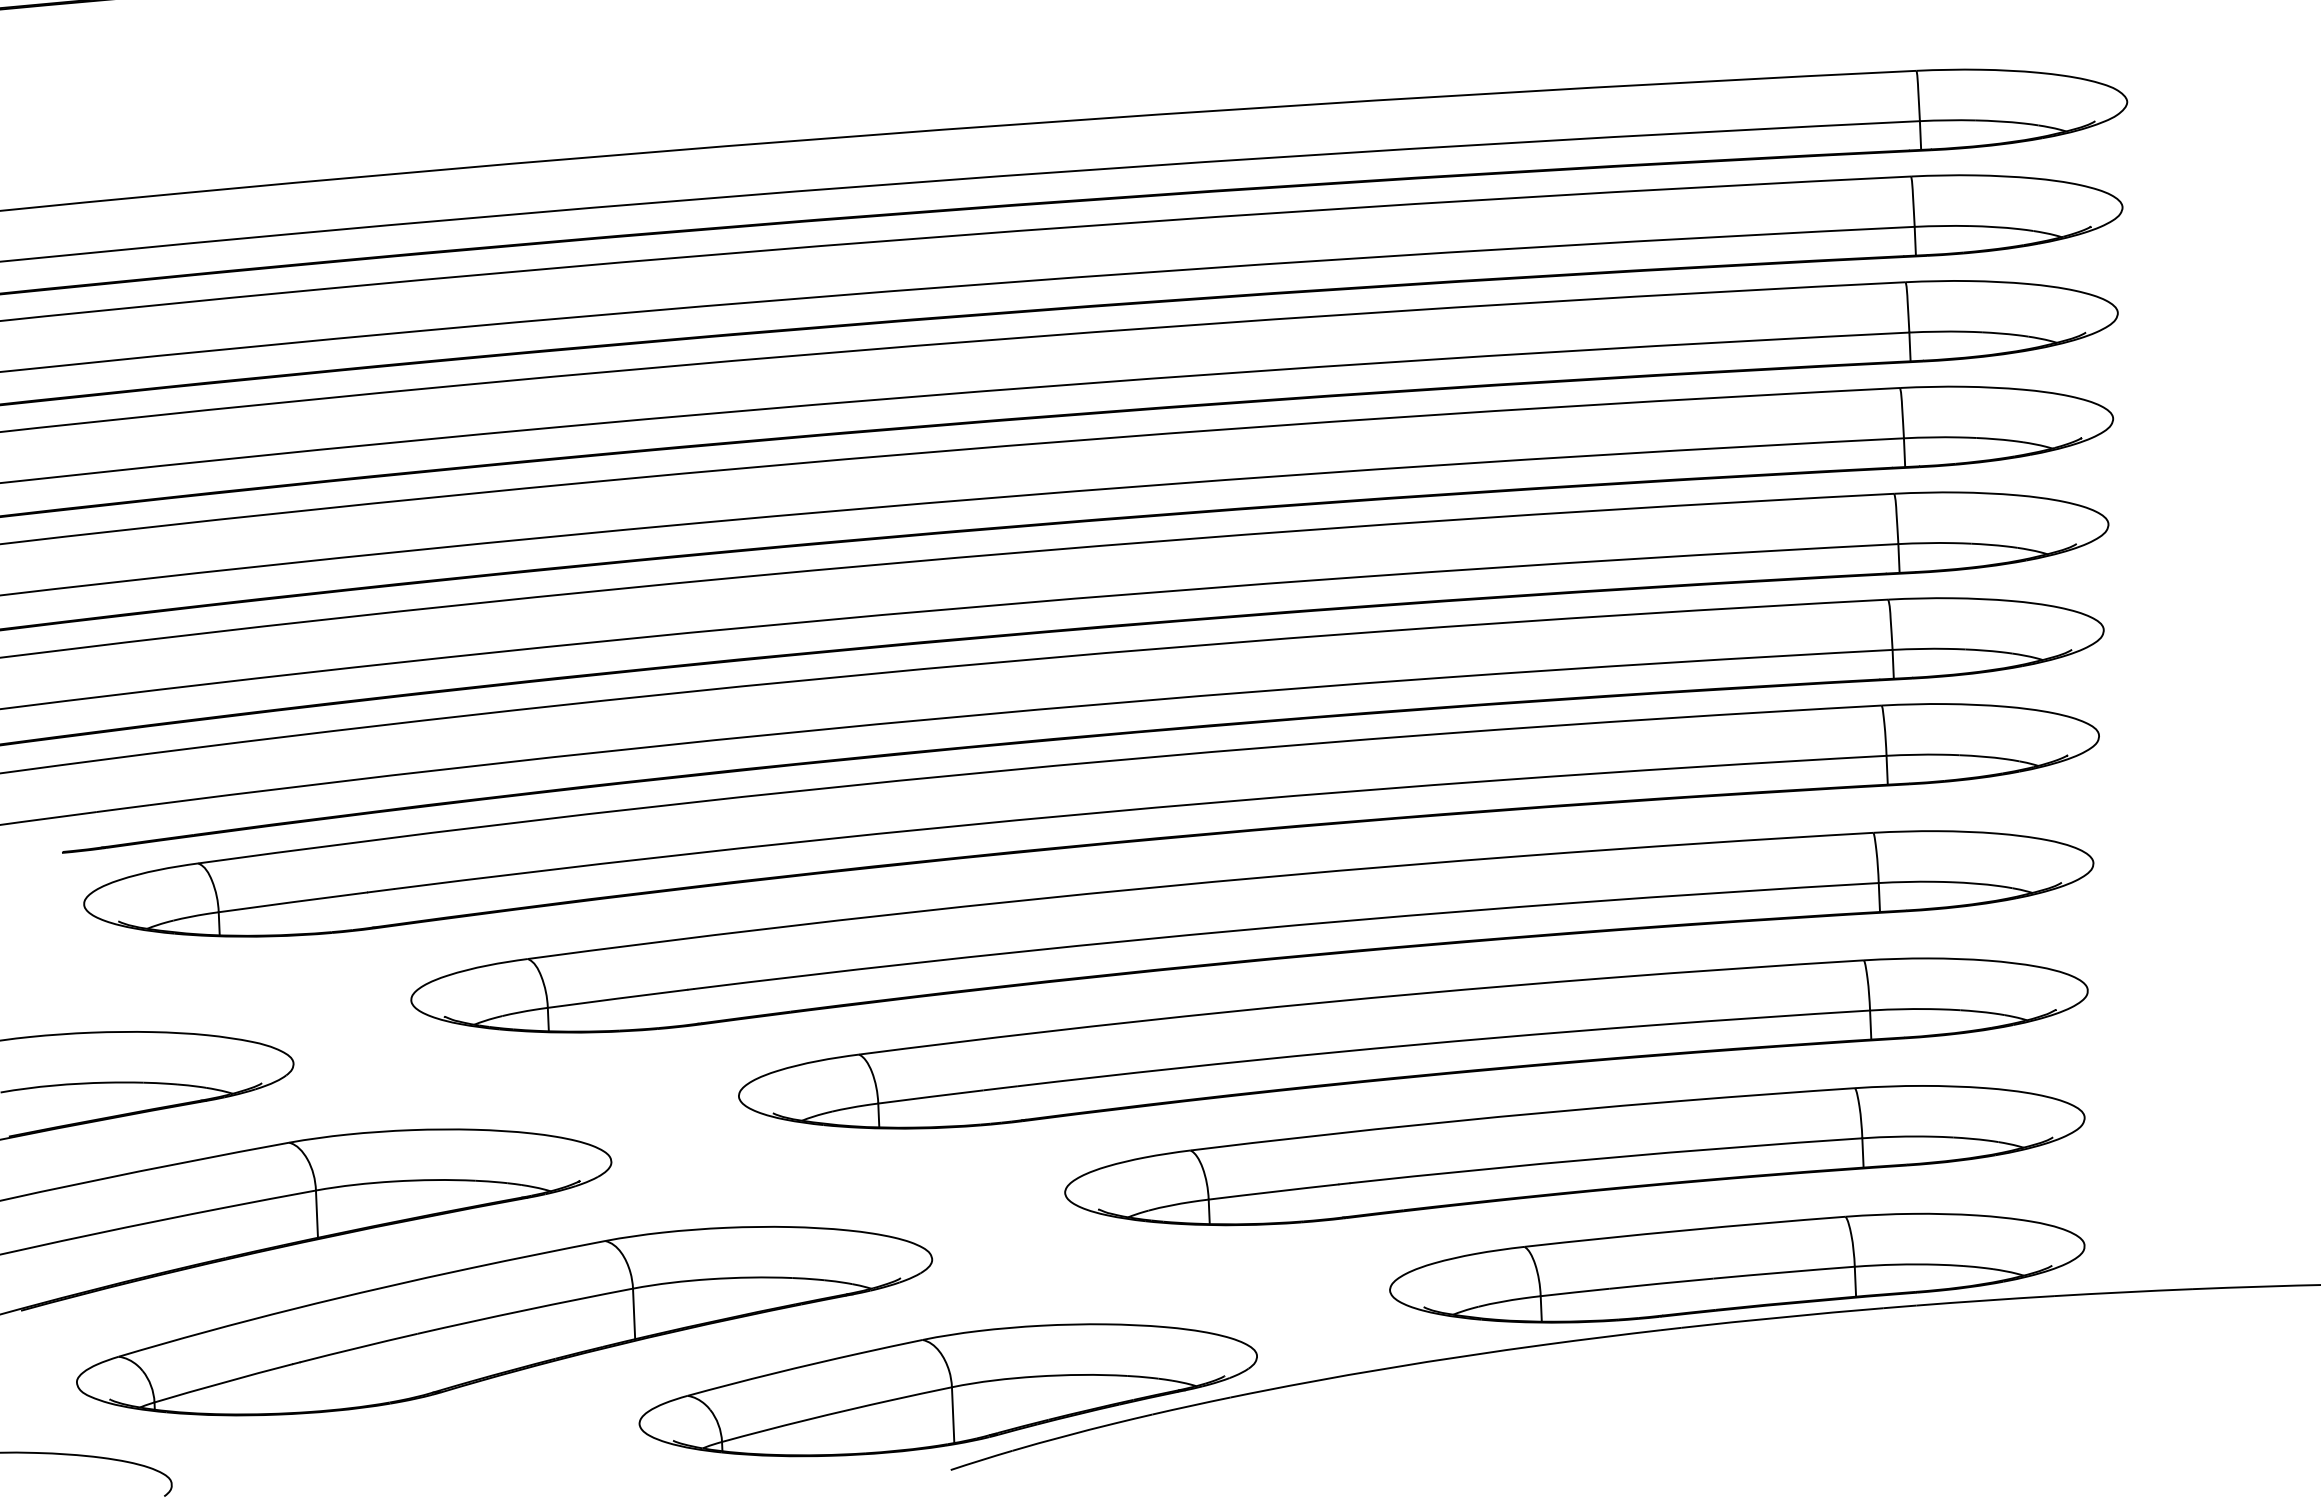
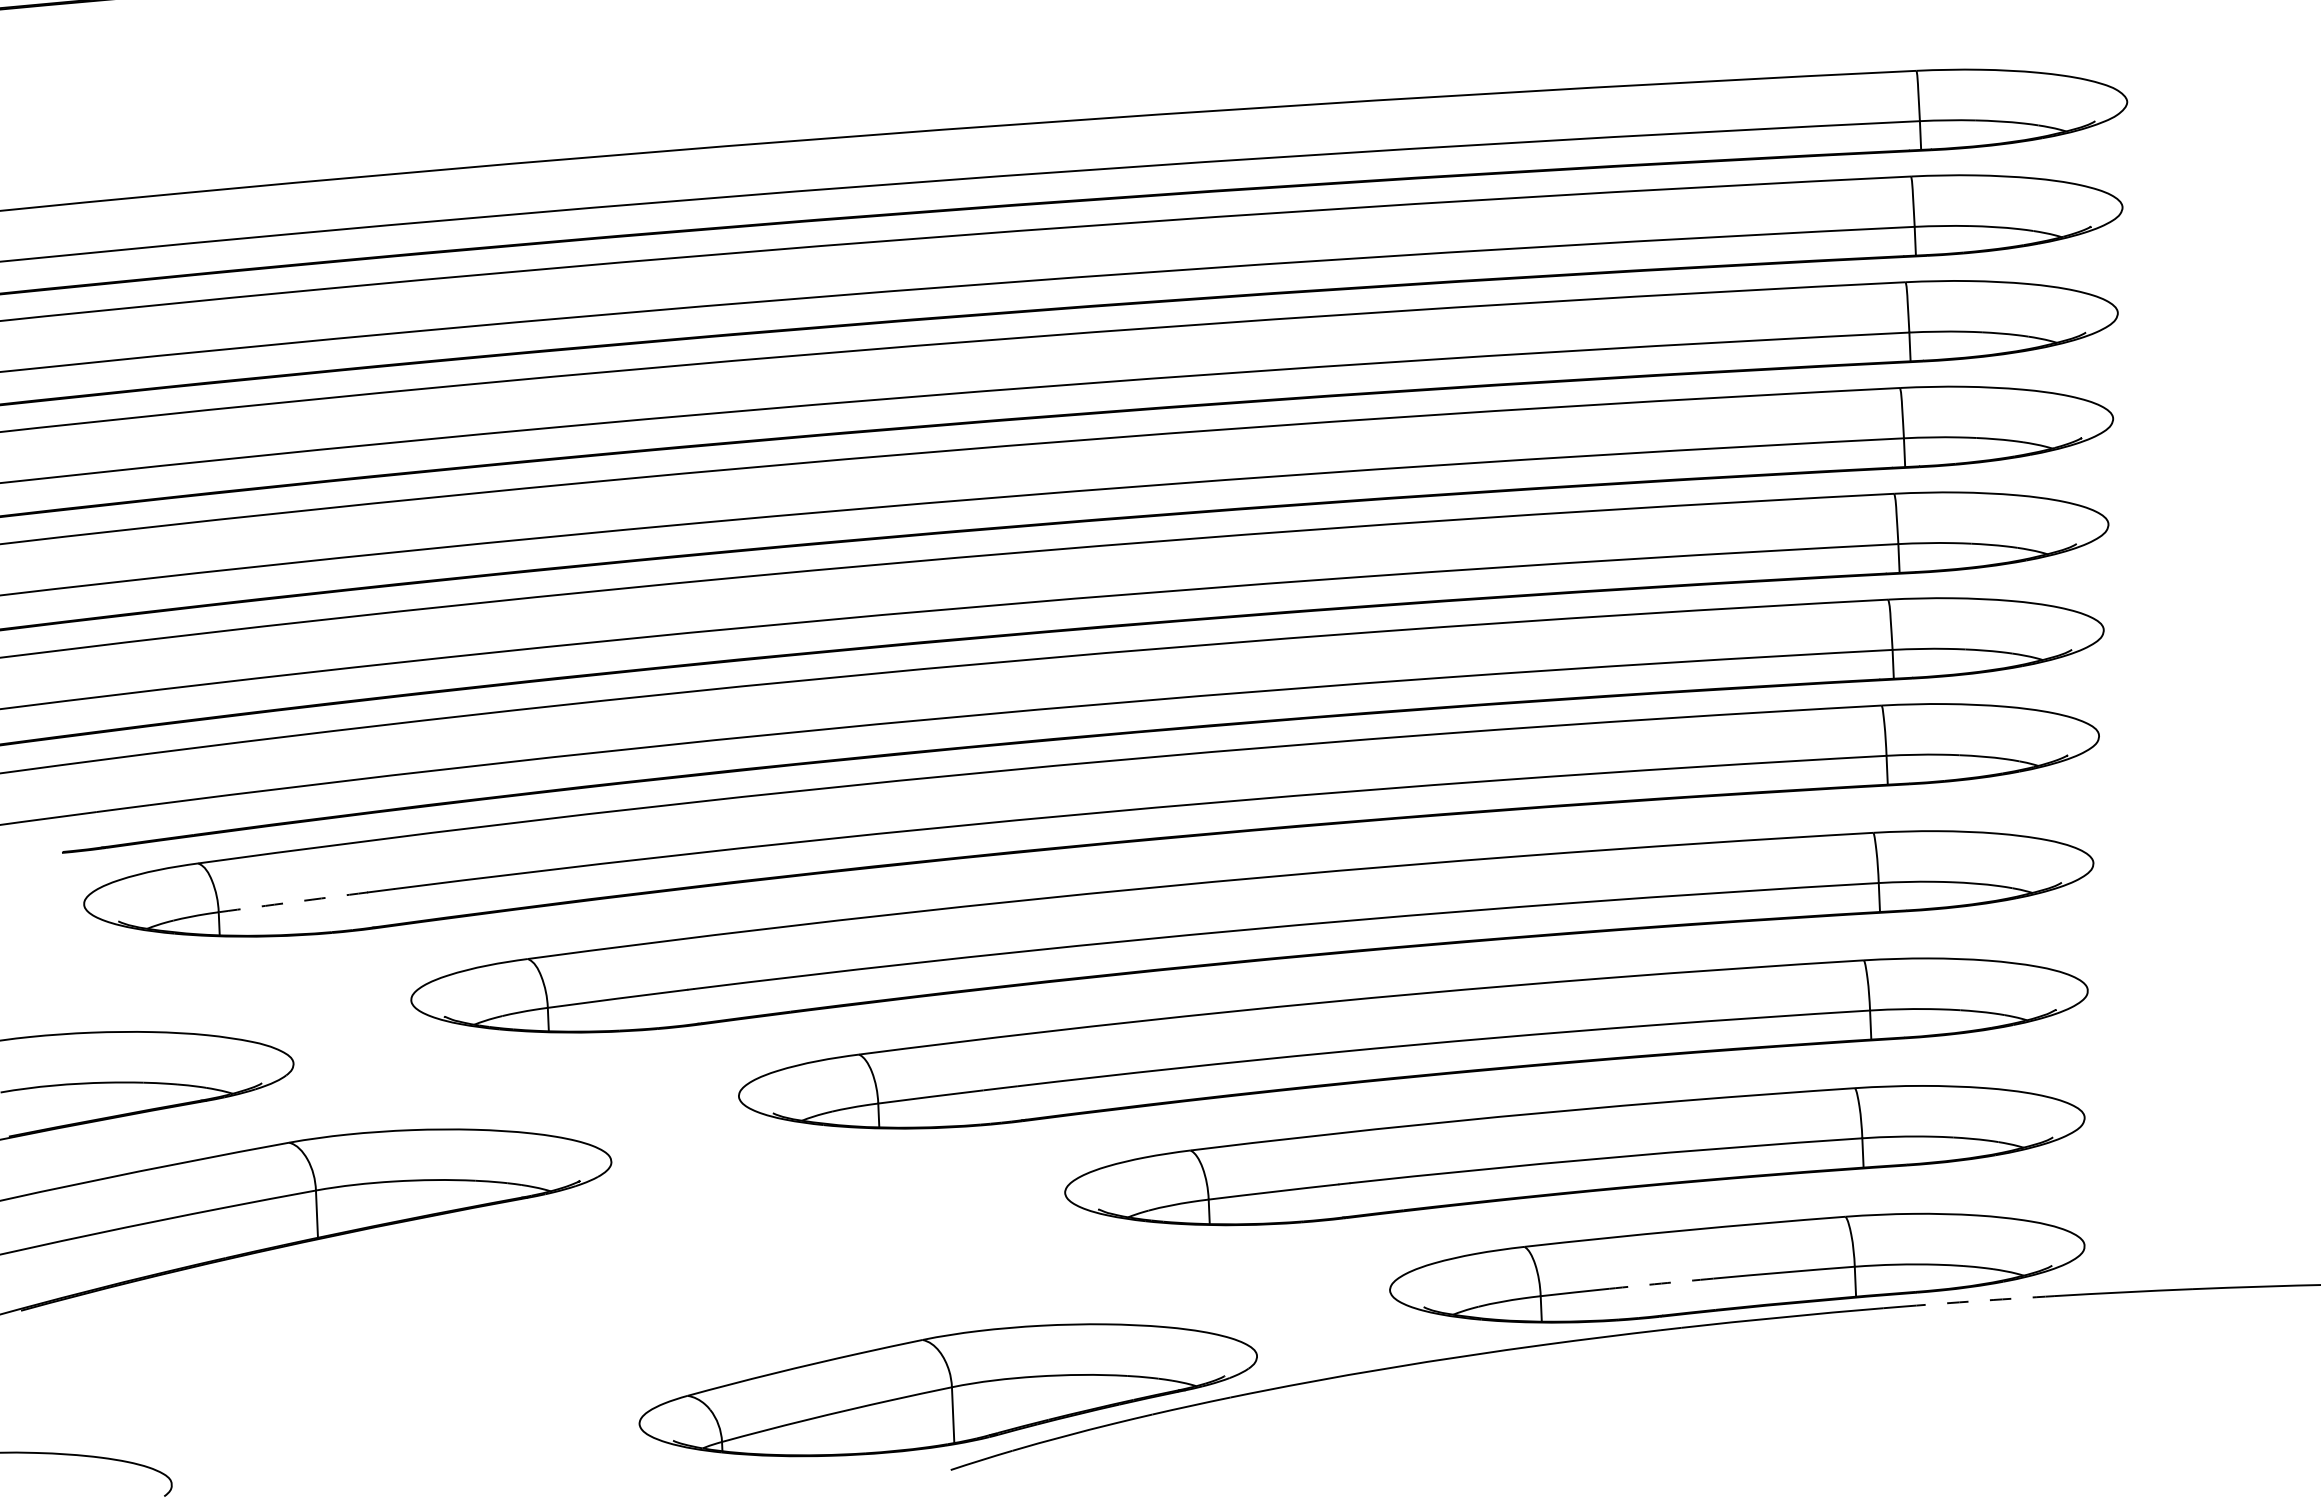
arc at (293, 902): solid -> dashed
arc at (1661, 1283): solid -> dashed
arc at (1985, 1300): solid -> dashed
part at (504, 1320): present -> none
